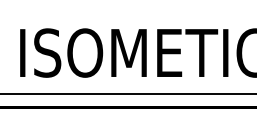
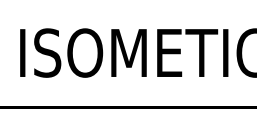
line at (127, 93): present -> none
